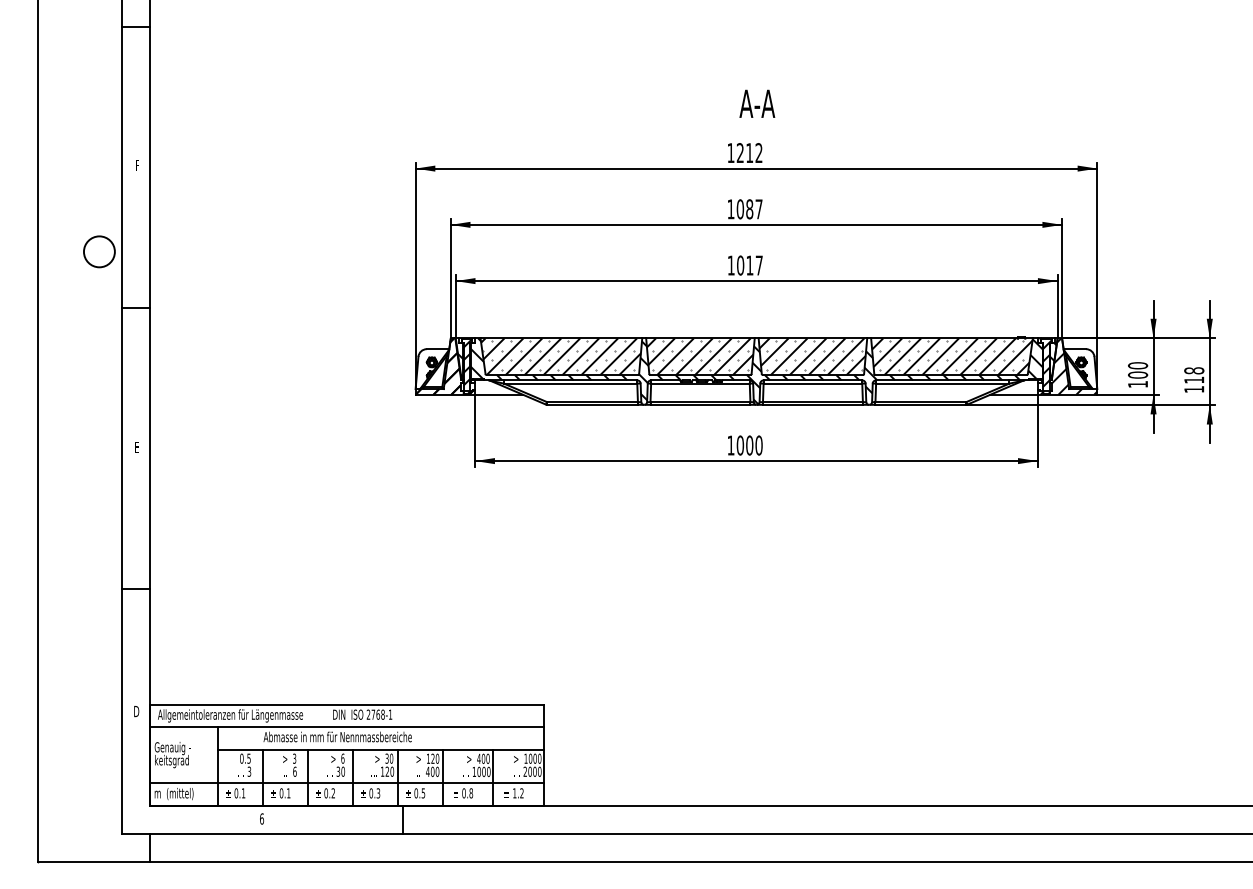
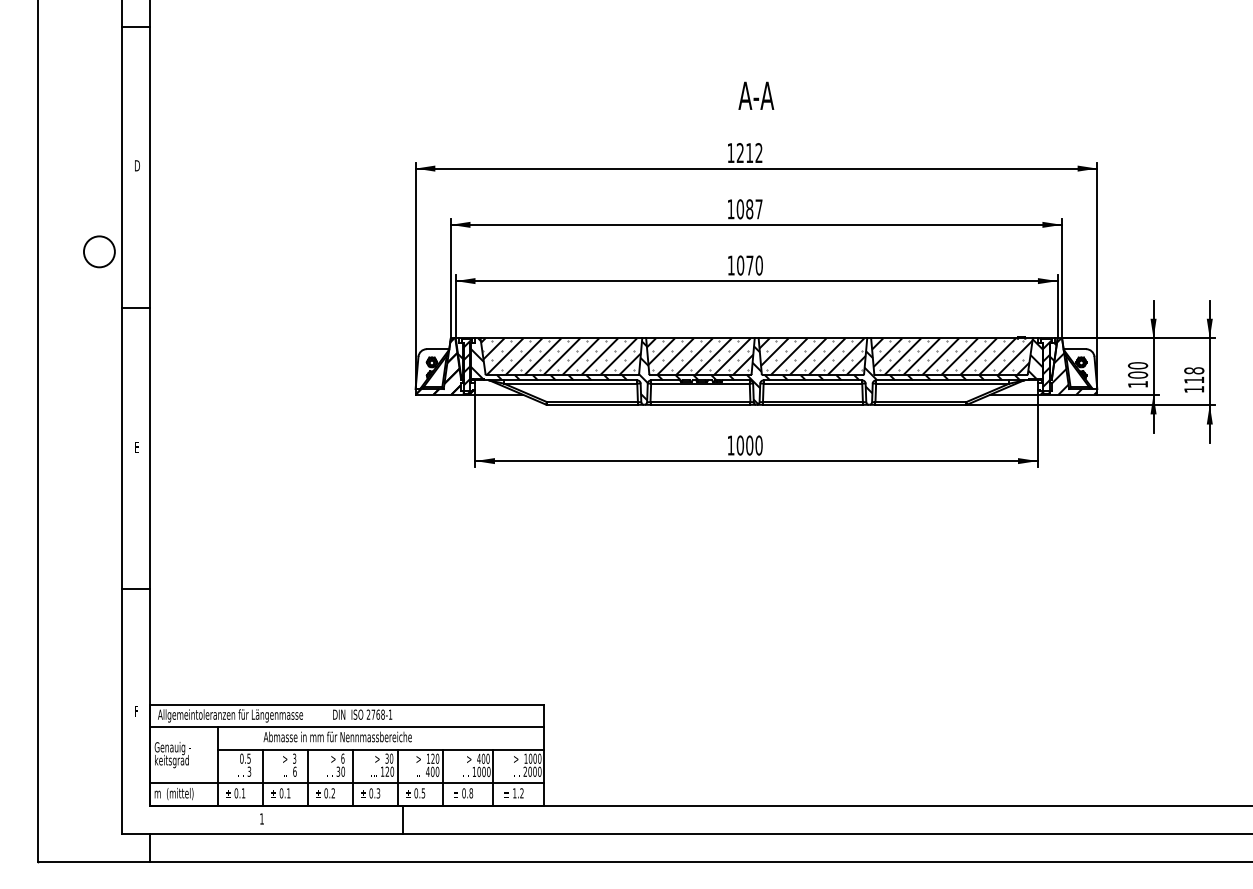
text at (757, 103) position: (757, 103) -> (756, 95)
text at (137, 165): F -> D
text at (754, 265): 1017 -> 1070
text at (136, 711): D -> F
text at (262, 818): 6 -> 1
